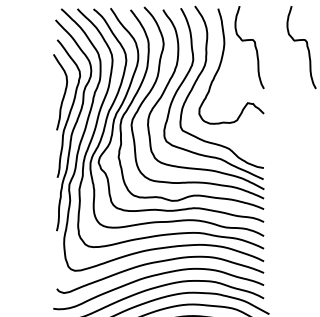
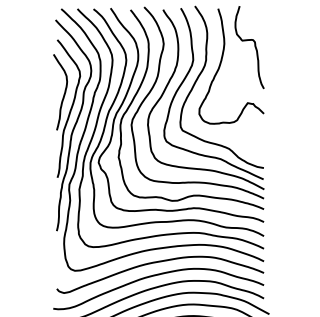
curve at (306, 47): present -> none
